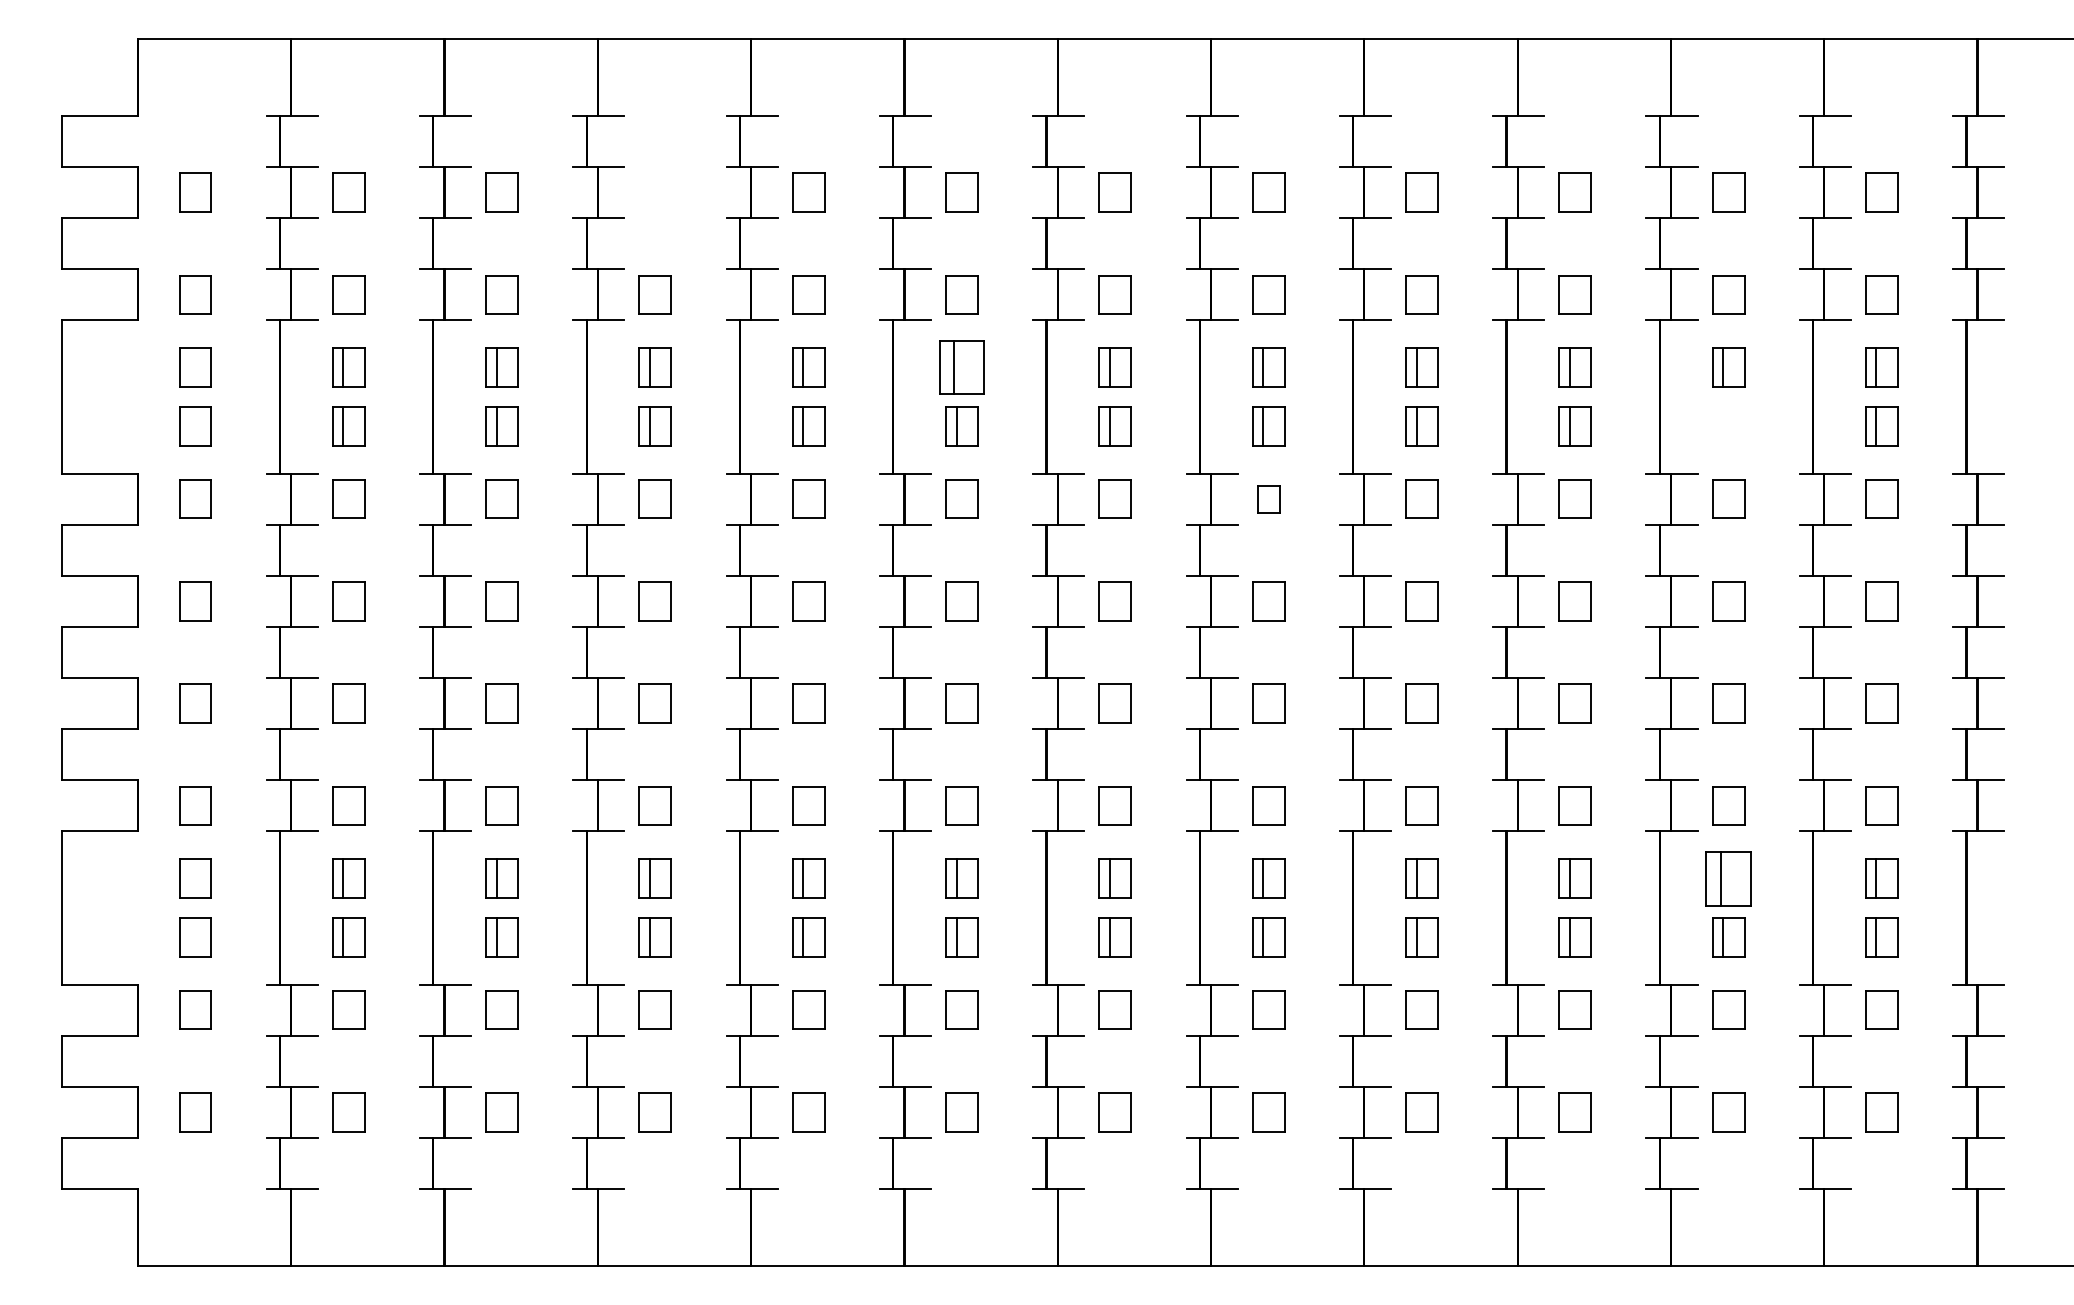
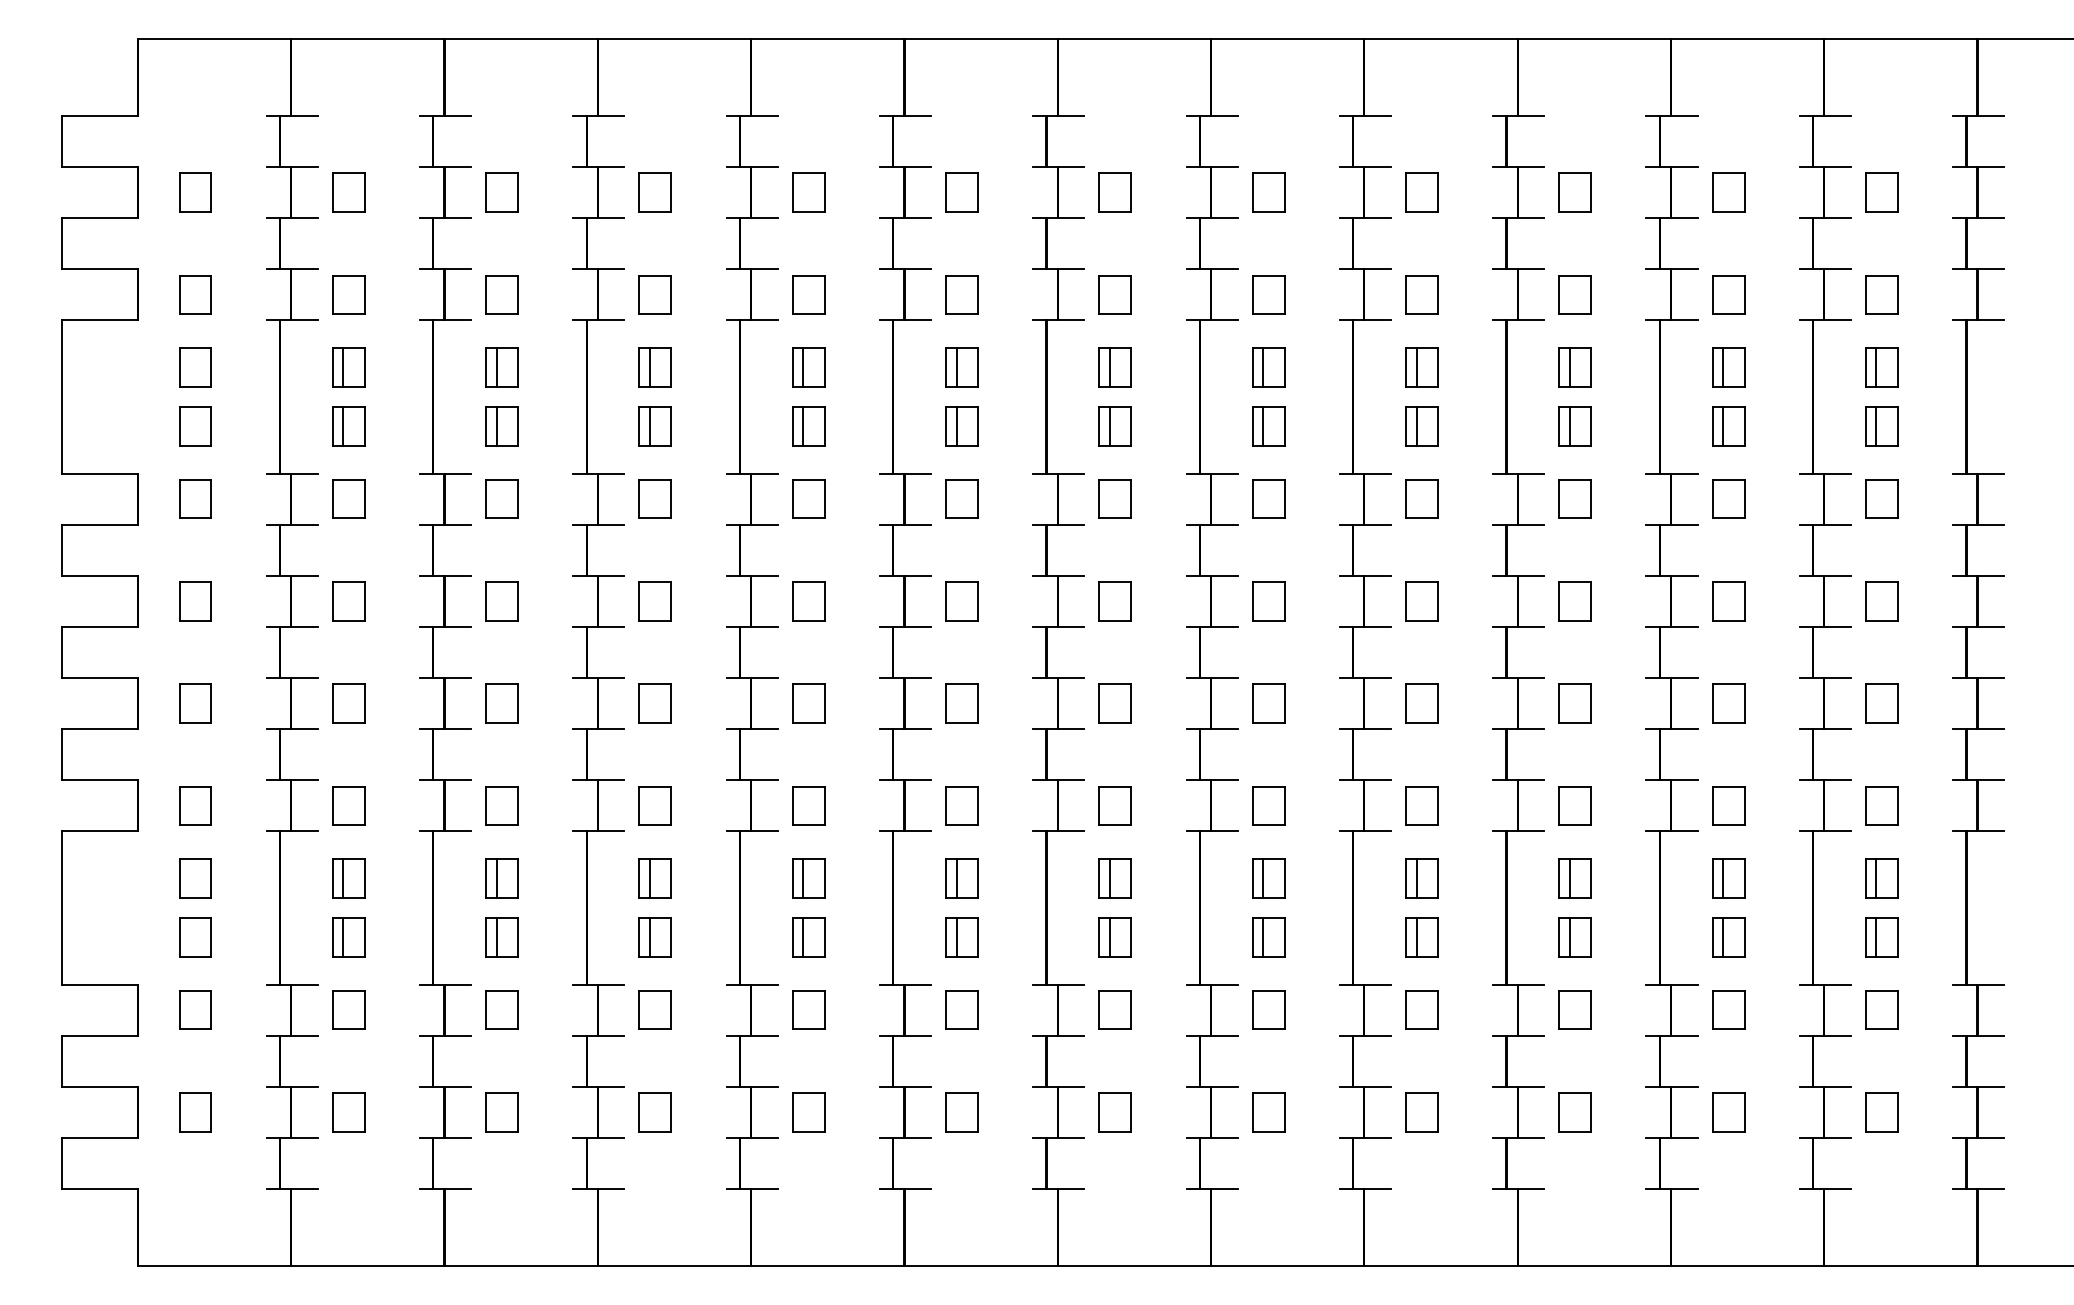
part at (654, 192): none -> present
part at (961, 367) size: 46x55 px -> 34x41 px
part at (1728, 426): none -> present
part at (1268, 499) size: 24x29 px -> 34x40 px
part at (1728, 878) size: 47x56 px -> 34x41 px
